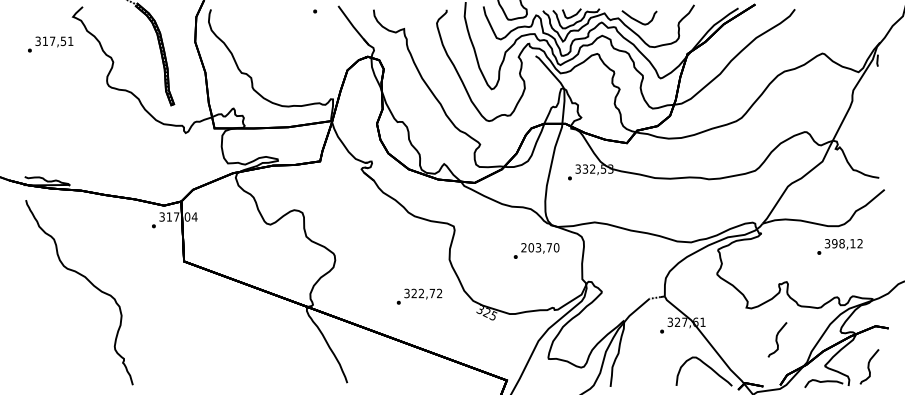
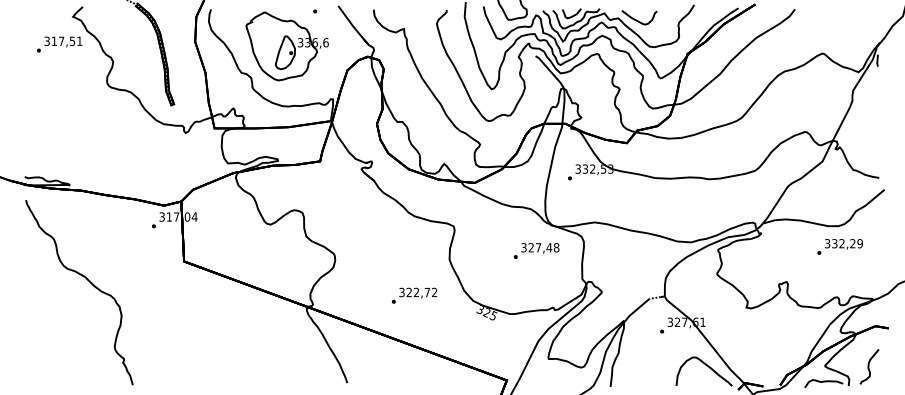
text at (50, 44) position: (50, 44) -> (59, 44)
part at (286, 46): none -> present
text at (847, 243): 398,12 -> 332,29
text at (540, 247): 203,70 -> 327,48
text at (419, 296) position: (419, 296) -> (414, 295)
curve at (777, 339): present -> none
